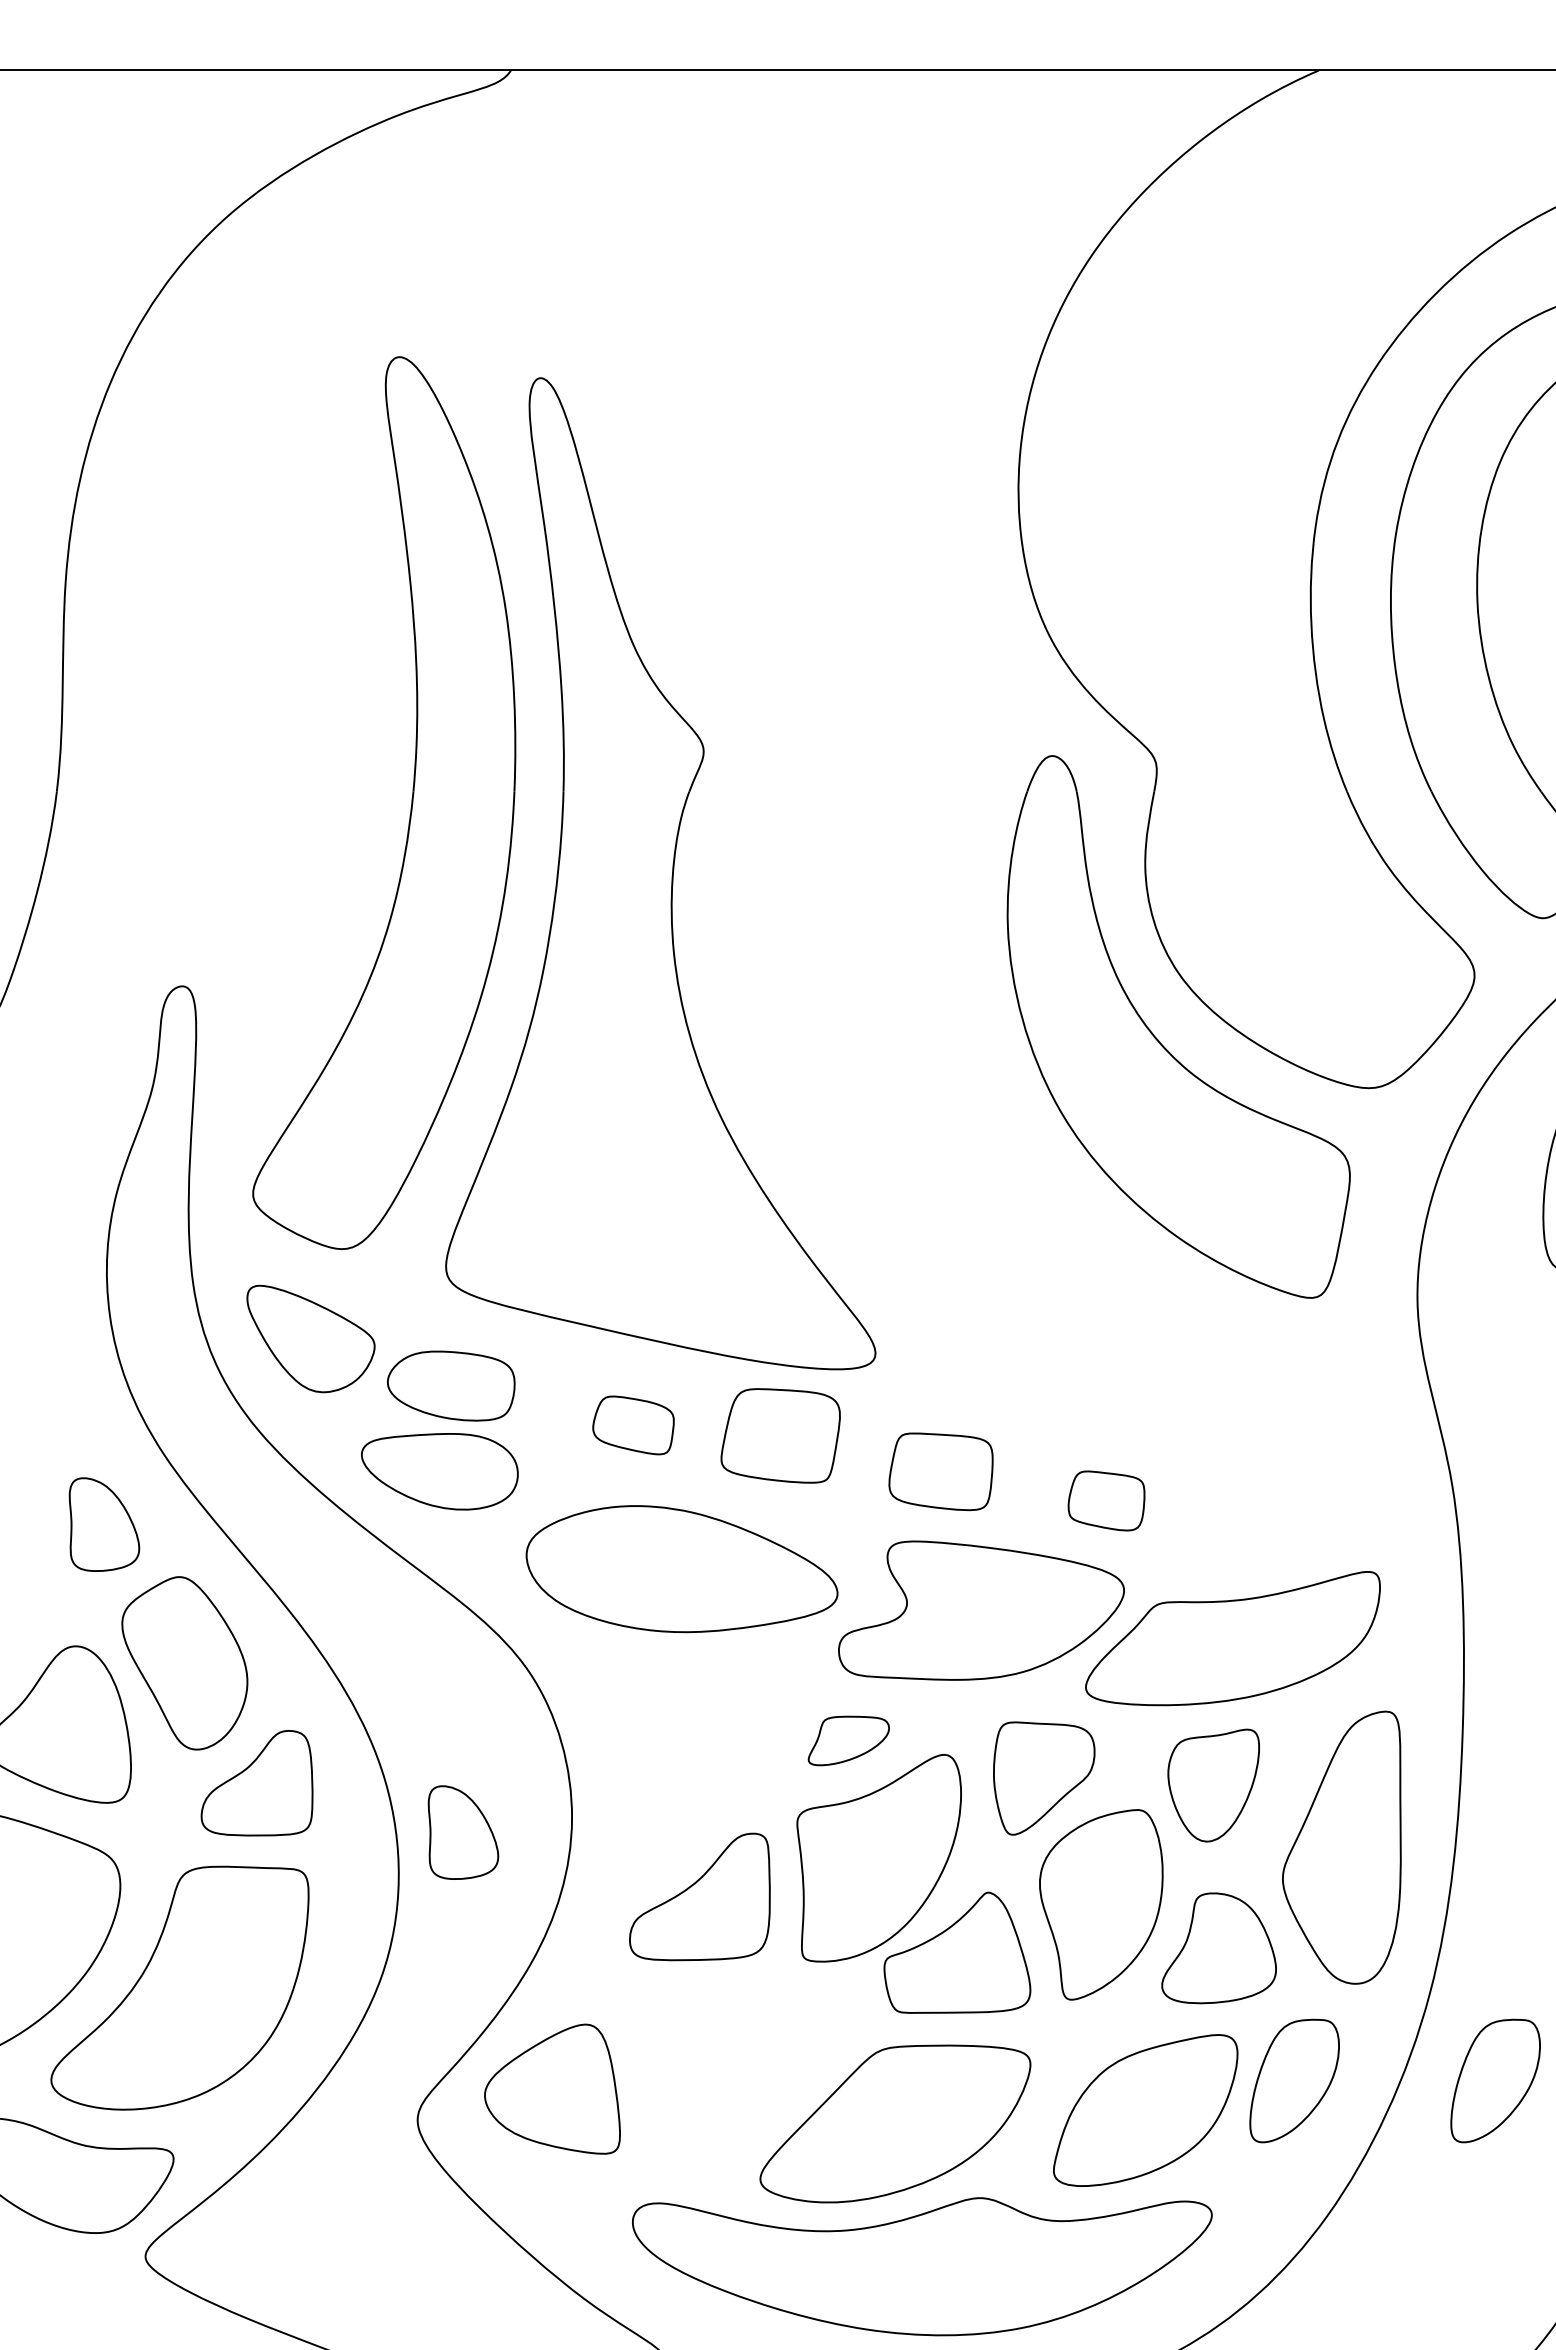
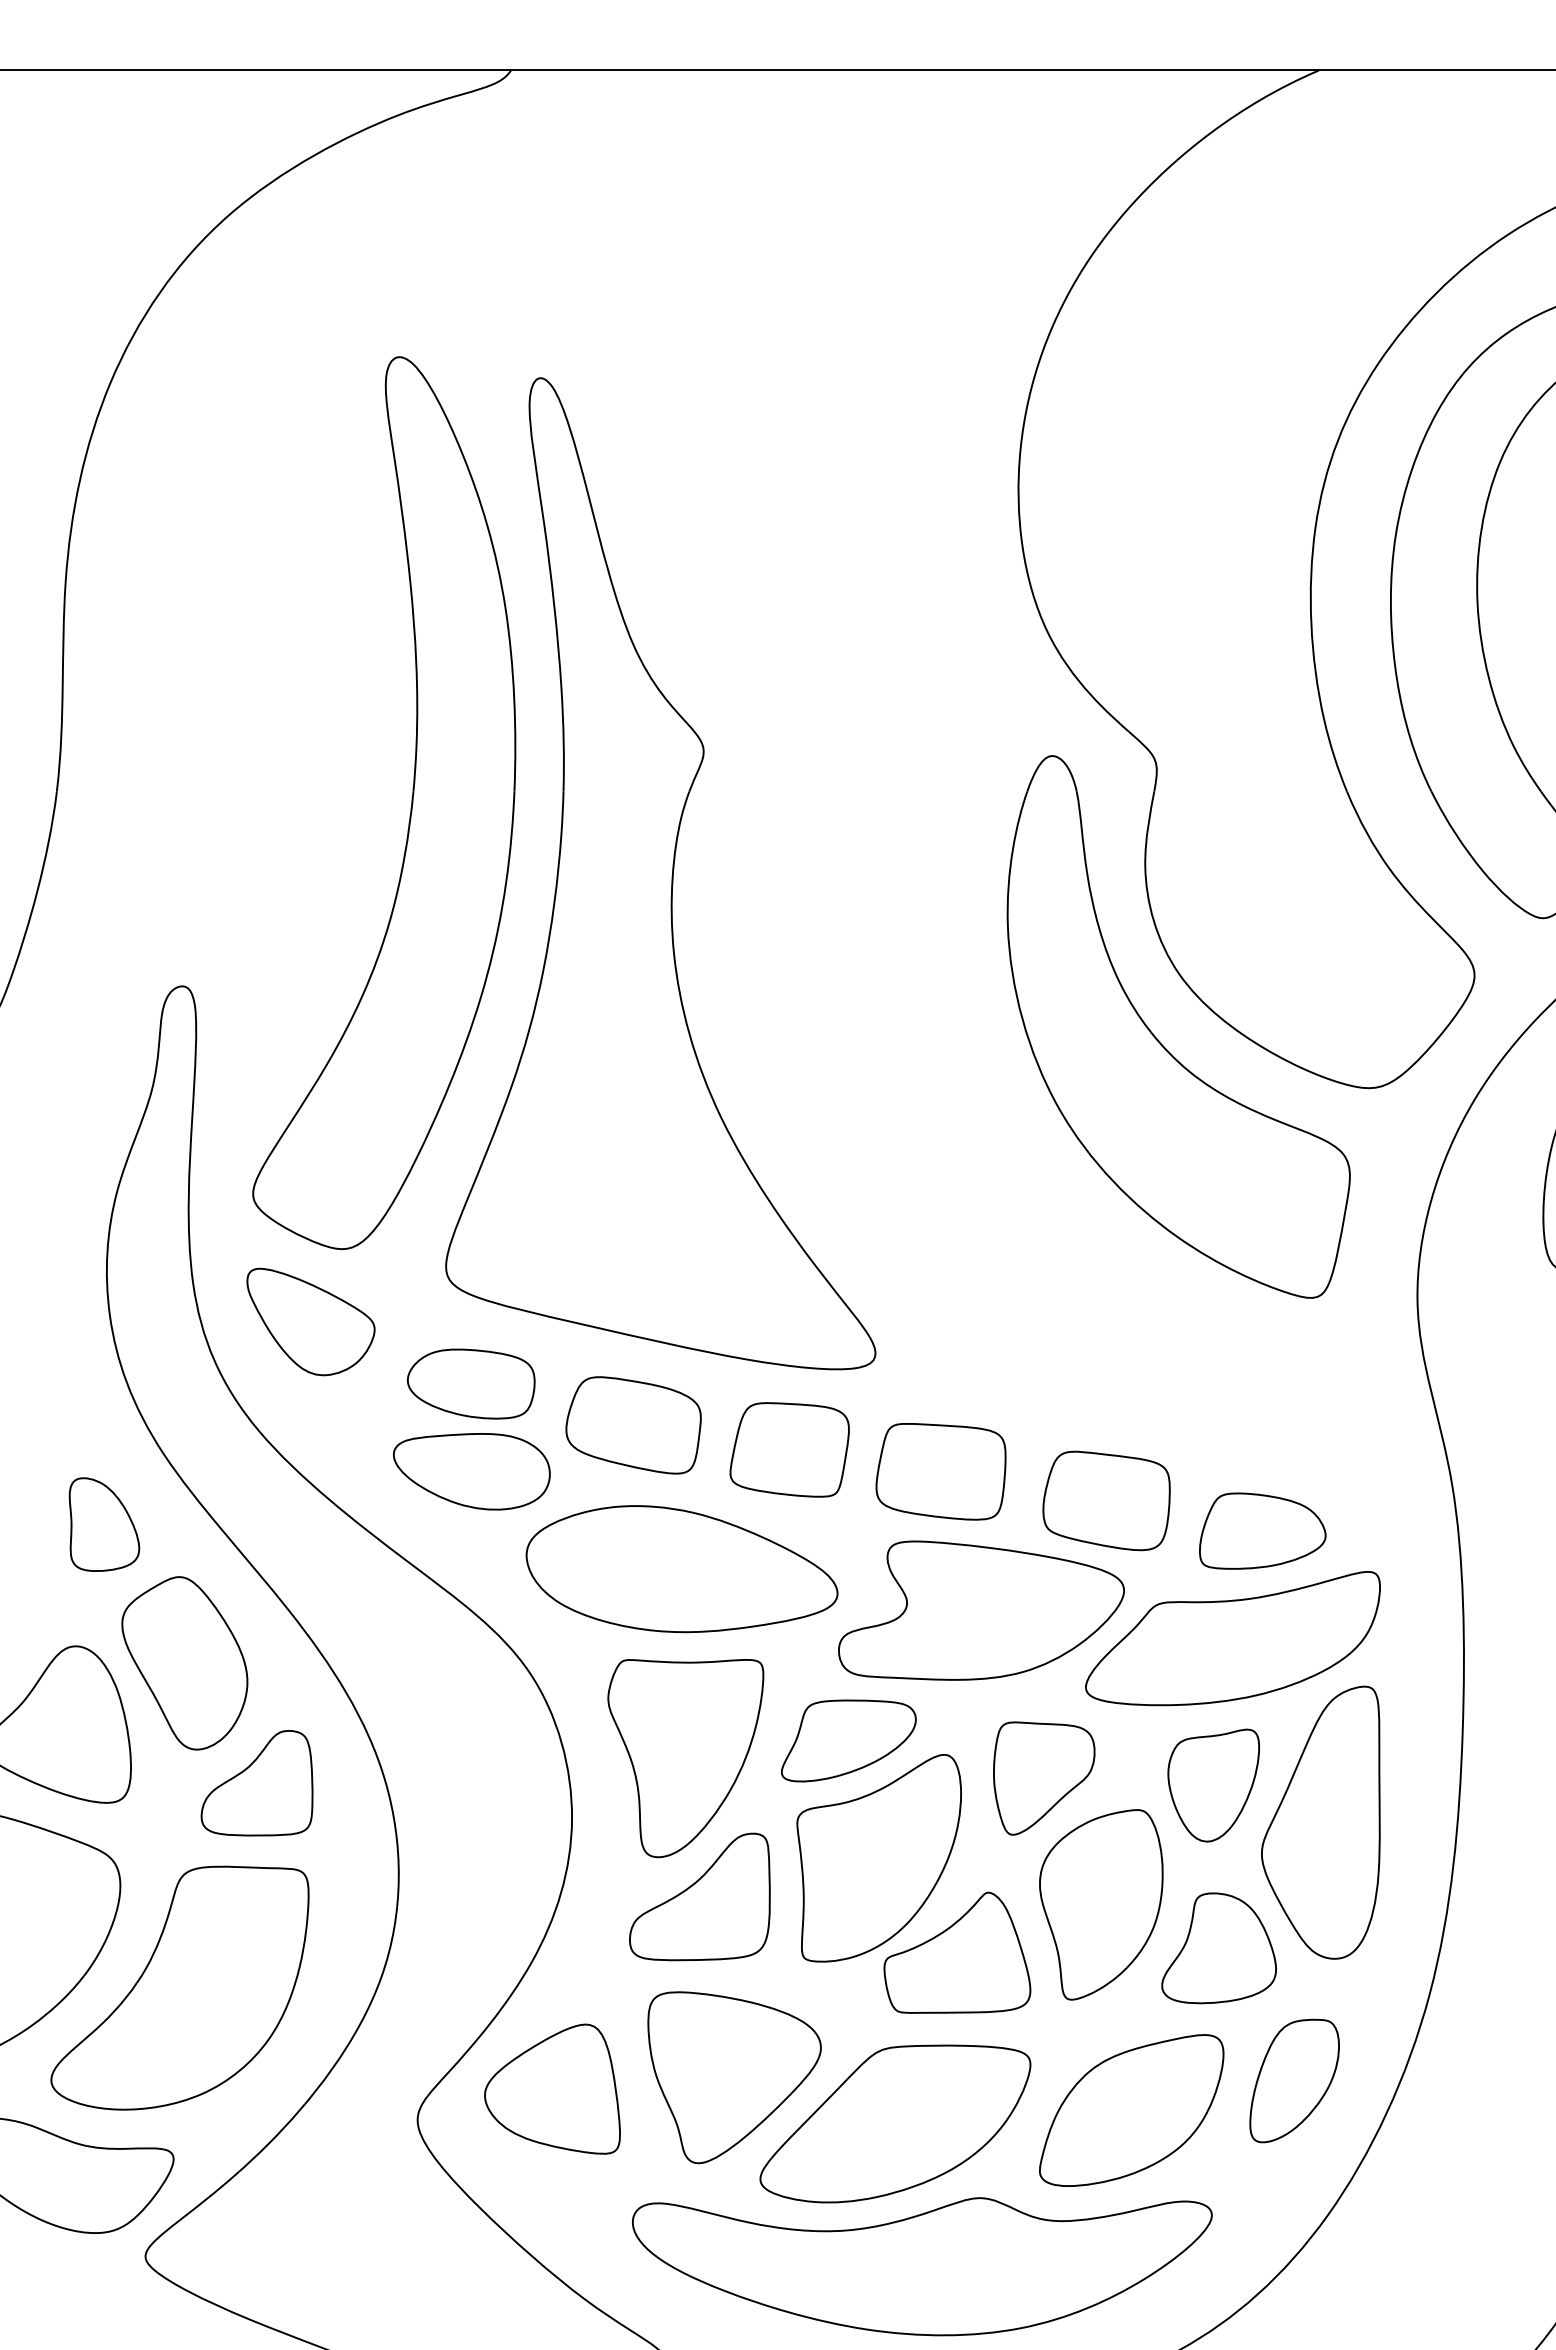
part at (310, 1338) position: (310, 1338) -> (310, 1321)
part at (451, 1385) position: (451, 1385) -> (471, 1383)
part at (633, 1425) size: 83x61 px -> 137x99 px
part at (780, 1435) position: (780, 1435) -> (789, 1449)
part at (439, 1471) position: (439, 1471) -> (471, 1471)
part at (940, 1471) size: 106x80 px -> 132x98 px
part at (1106, 1500) size: 79x62 px -> 129x102 px
part at (1262, 1530): none -> present
part at (848, 1740) size: 84x52 px -> 136x84 px
part at (685, 1758): none -> present
part at (463, 1832): present -> none
part at (1341, 1847) position: (1341, 1847) -> (1320, 1822)
part at (734, 2077): none -> present
part at (1495, 2080): present -> none
part at (1145, 2110) position: (1145, 2110) -> (1131, 2110)
